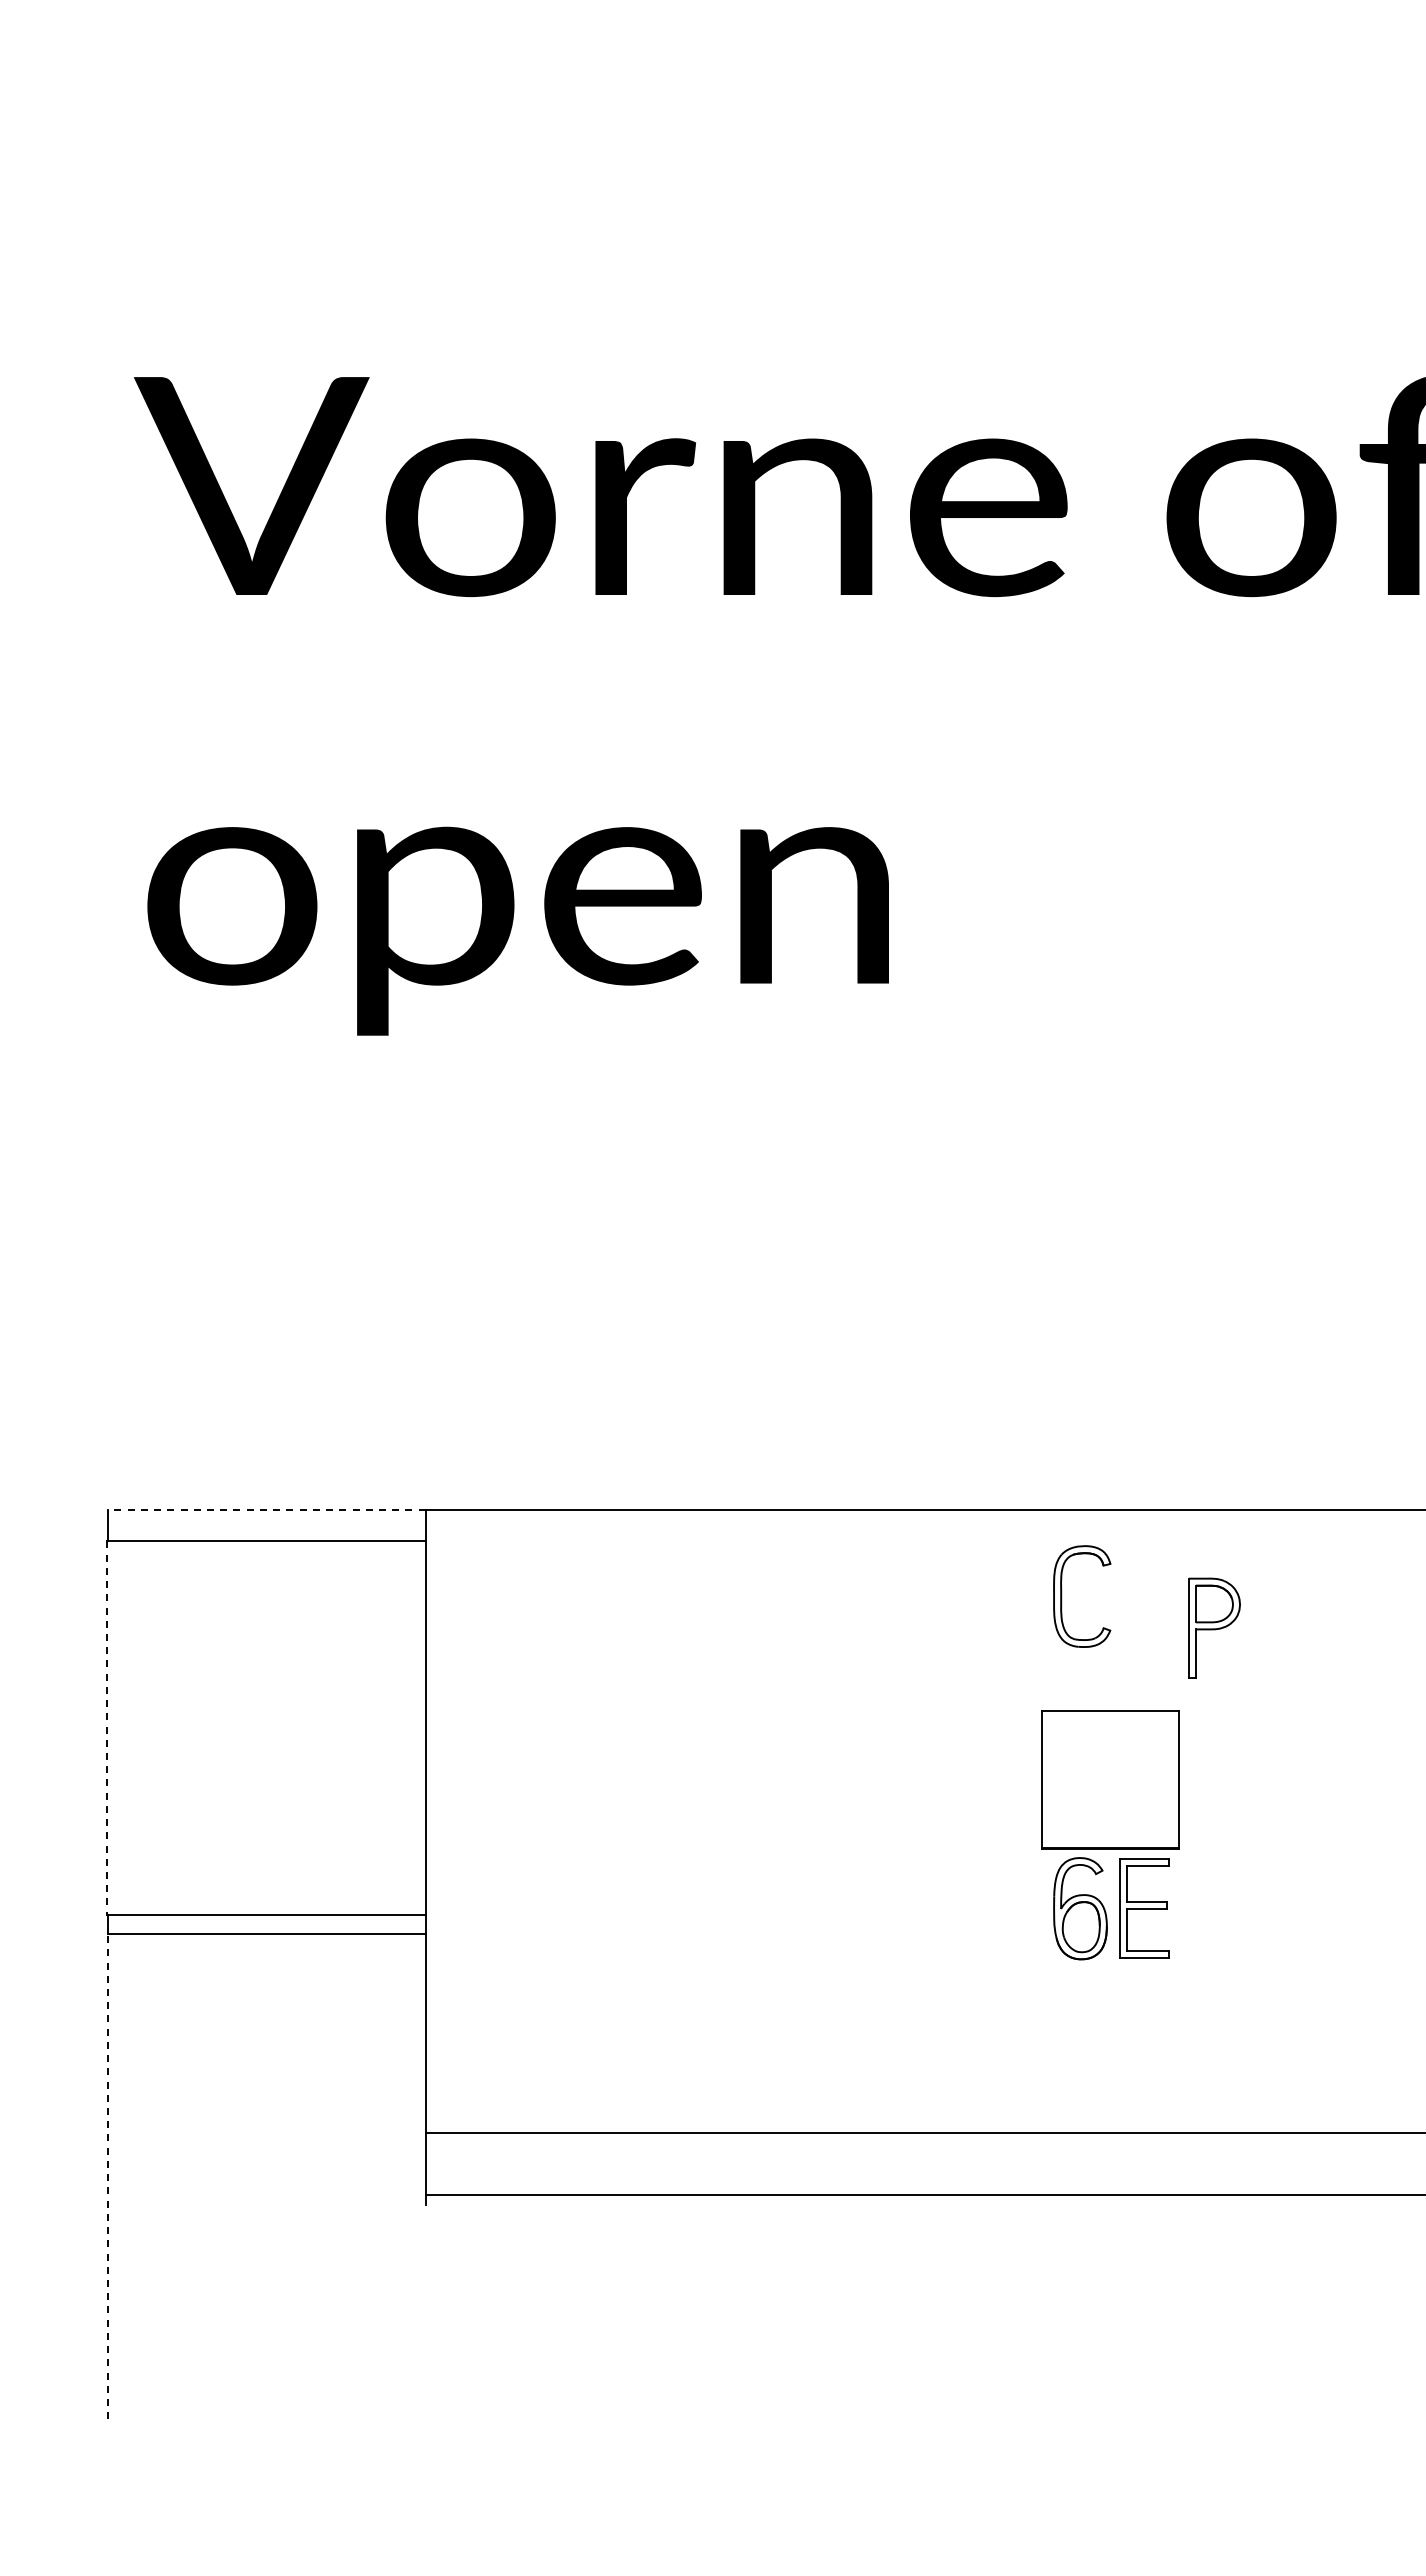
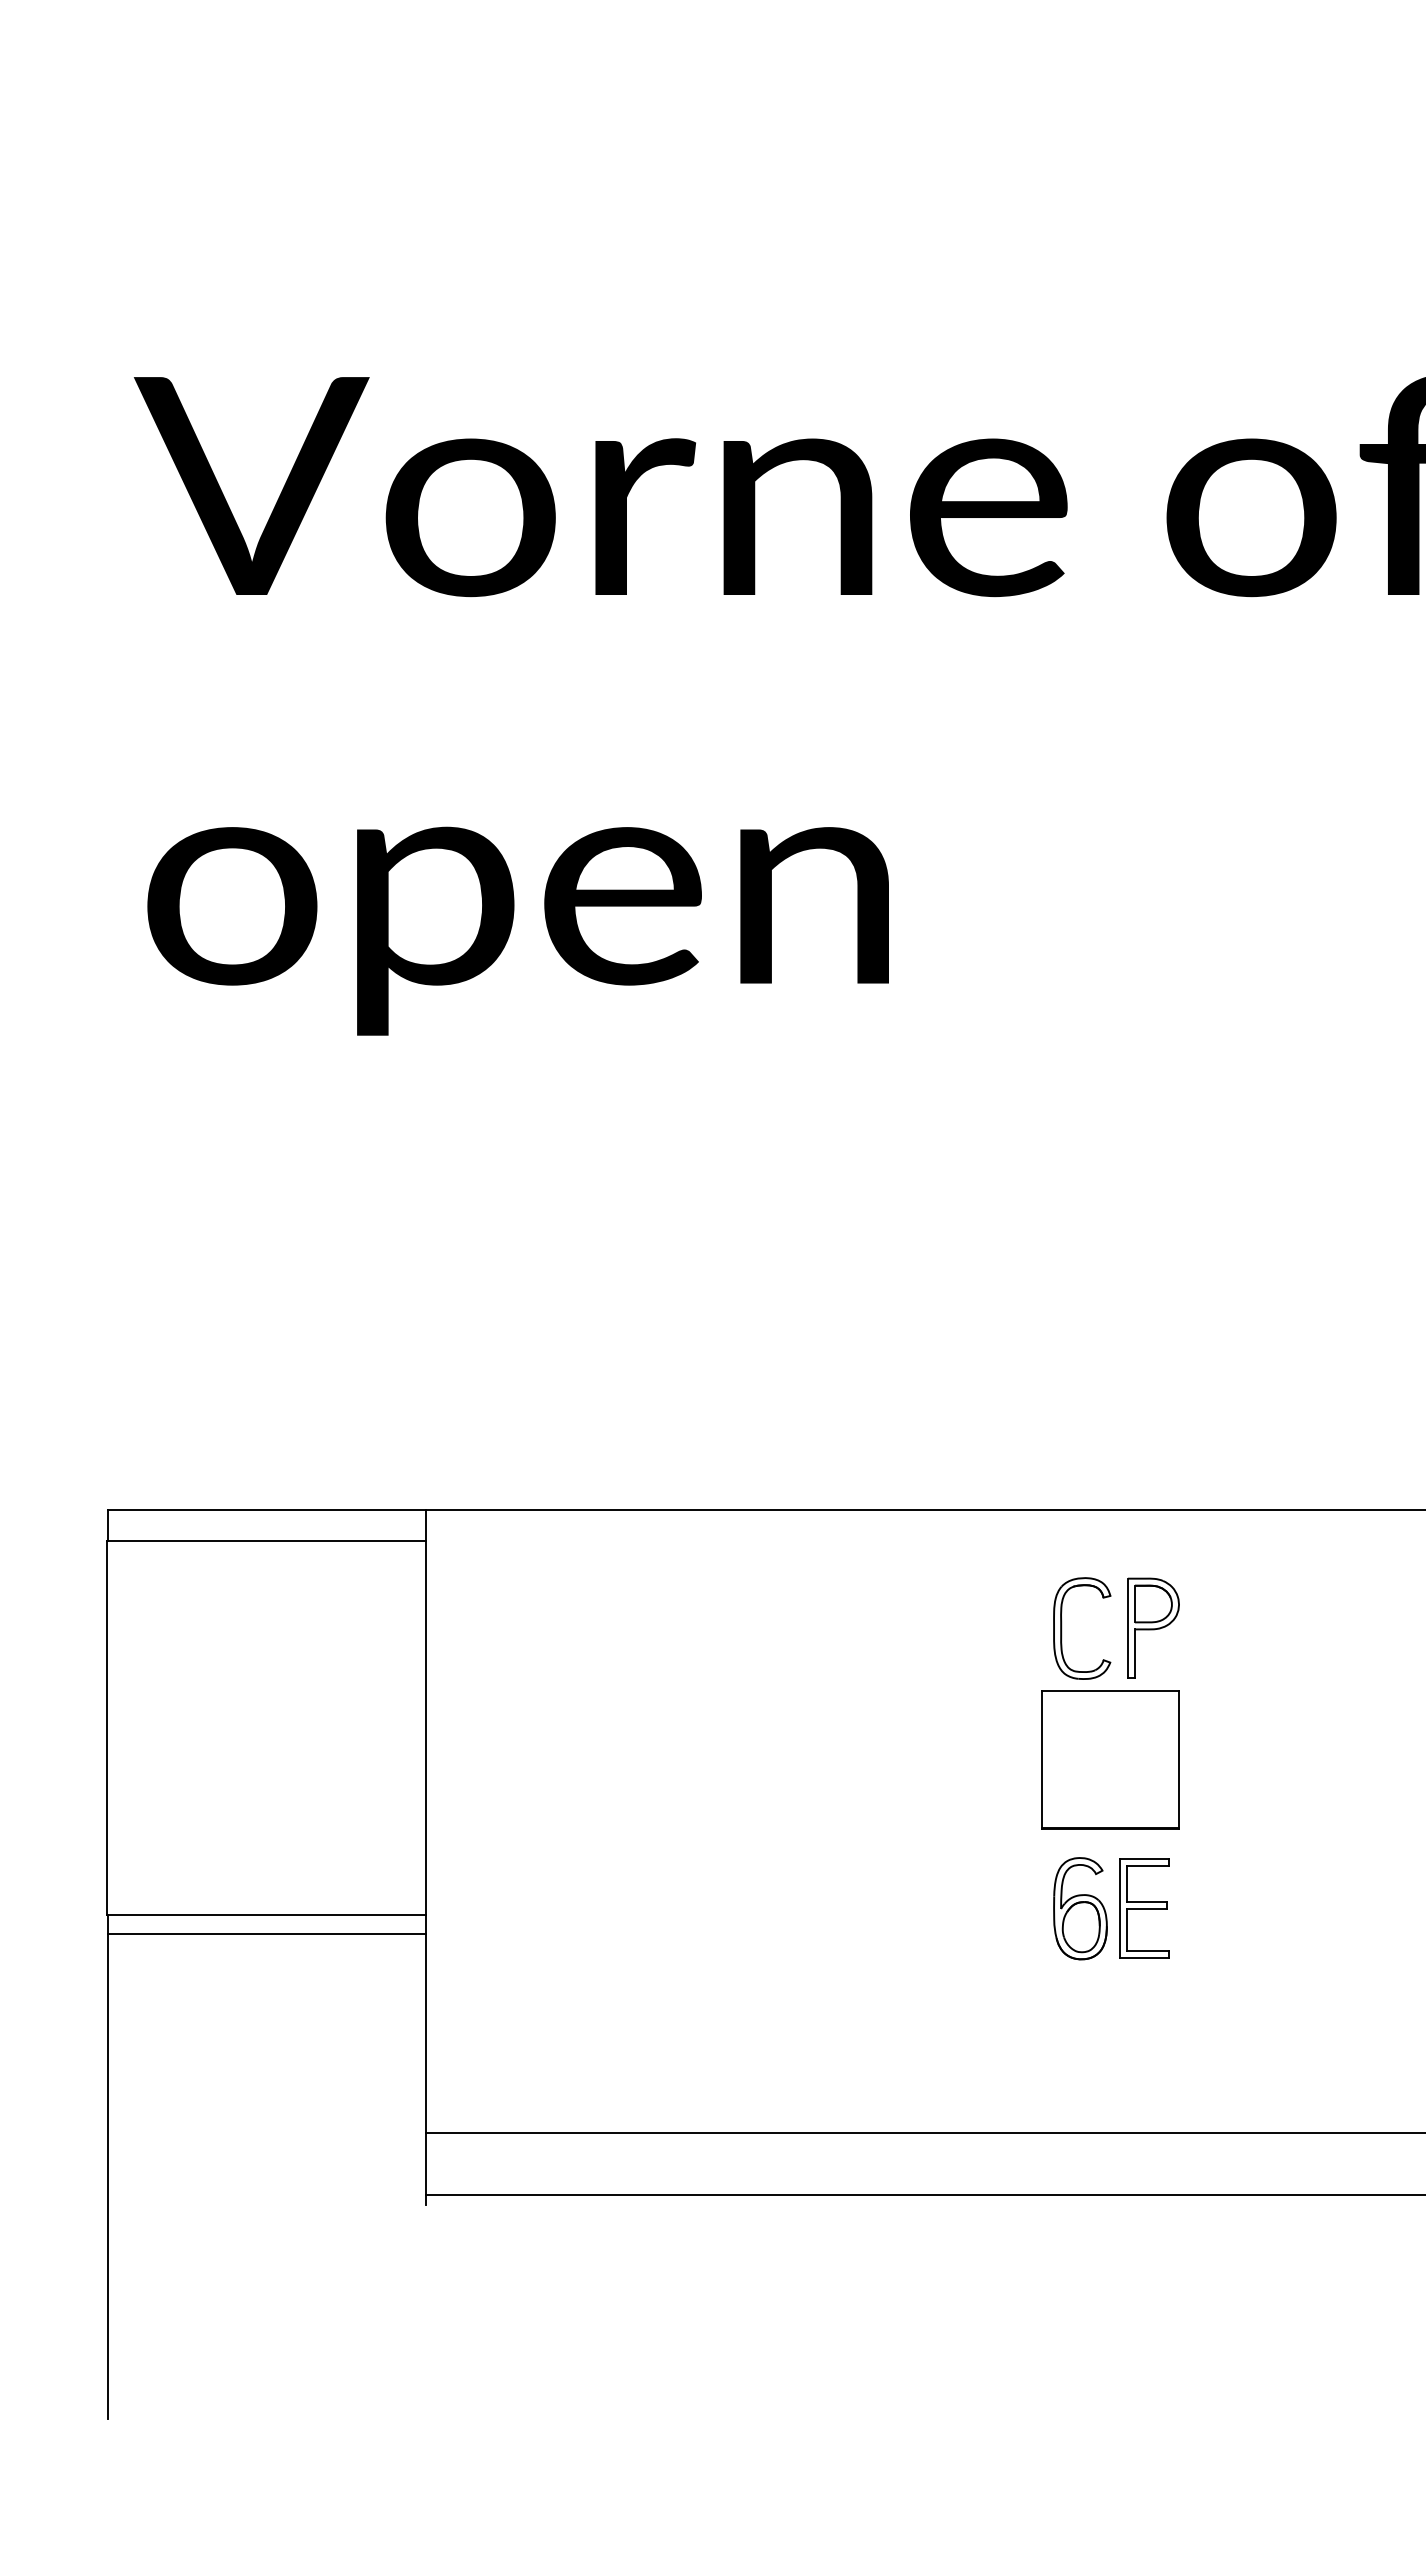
line at (266, 1510): dashed -> solid
part at (1062, 1596) position: (1062, 1596) -> (1062, 1628)
part at (1214, 1627) position: (1214, 1627) -> (1153, 1627)
line at (107, 1728): dashed -> solid
part at (1110, 1779) position: (1110, 1779) -> (1110, 1759)
line at (107, 2176): dashed -> solid
